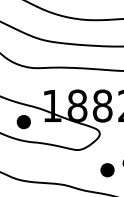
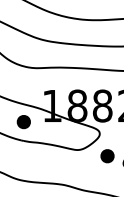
part at (107, 170) position: (107, 170) -> (107, 156)
